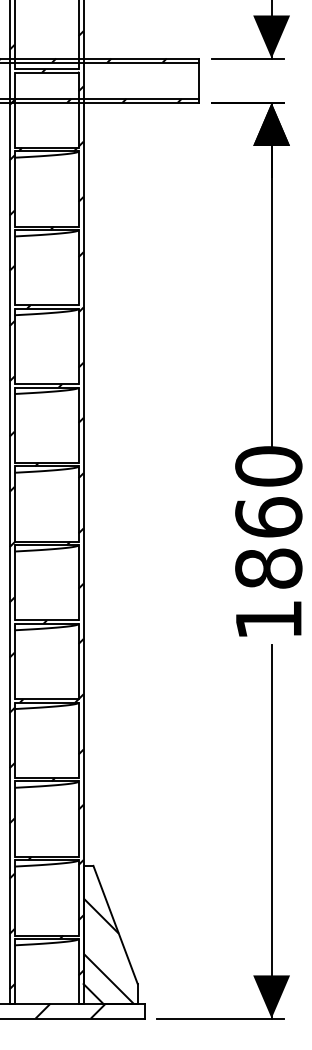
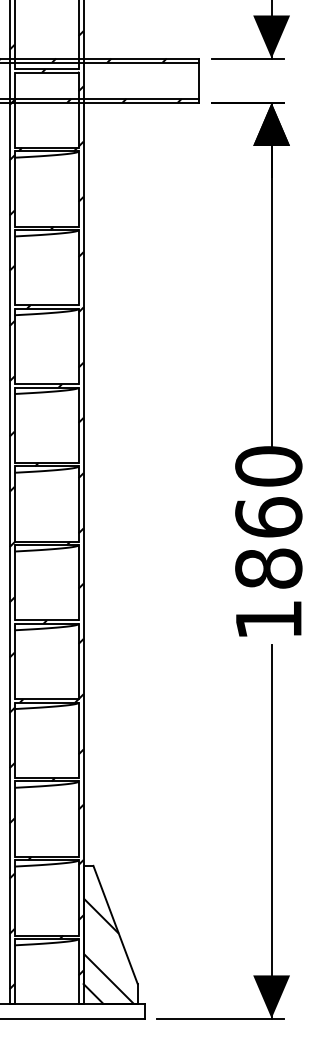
hatch at (70, 1010): present -> none
